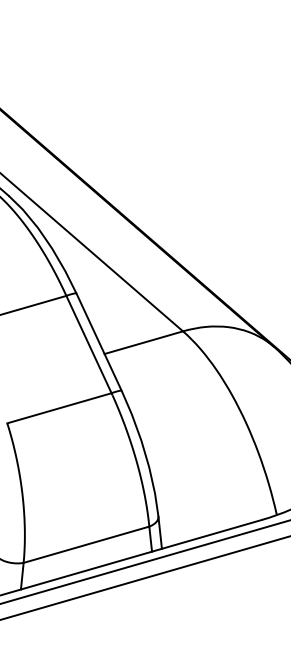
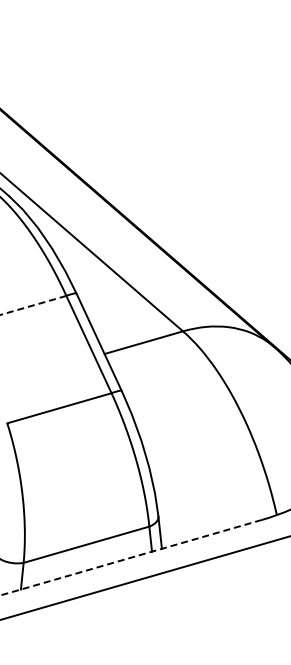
line at (33, 305): solid -> dashed
line at (130, 557): solid -> dashed
line at (144, 562): present -> none
